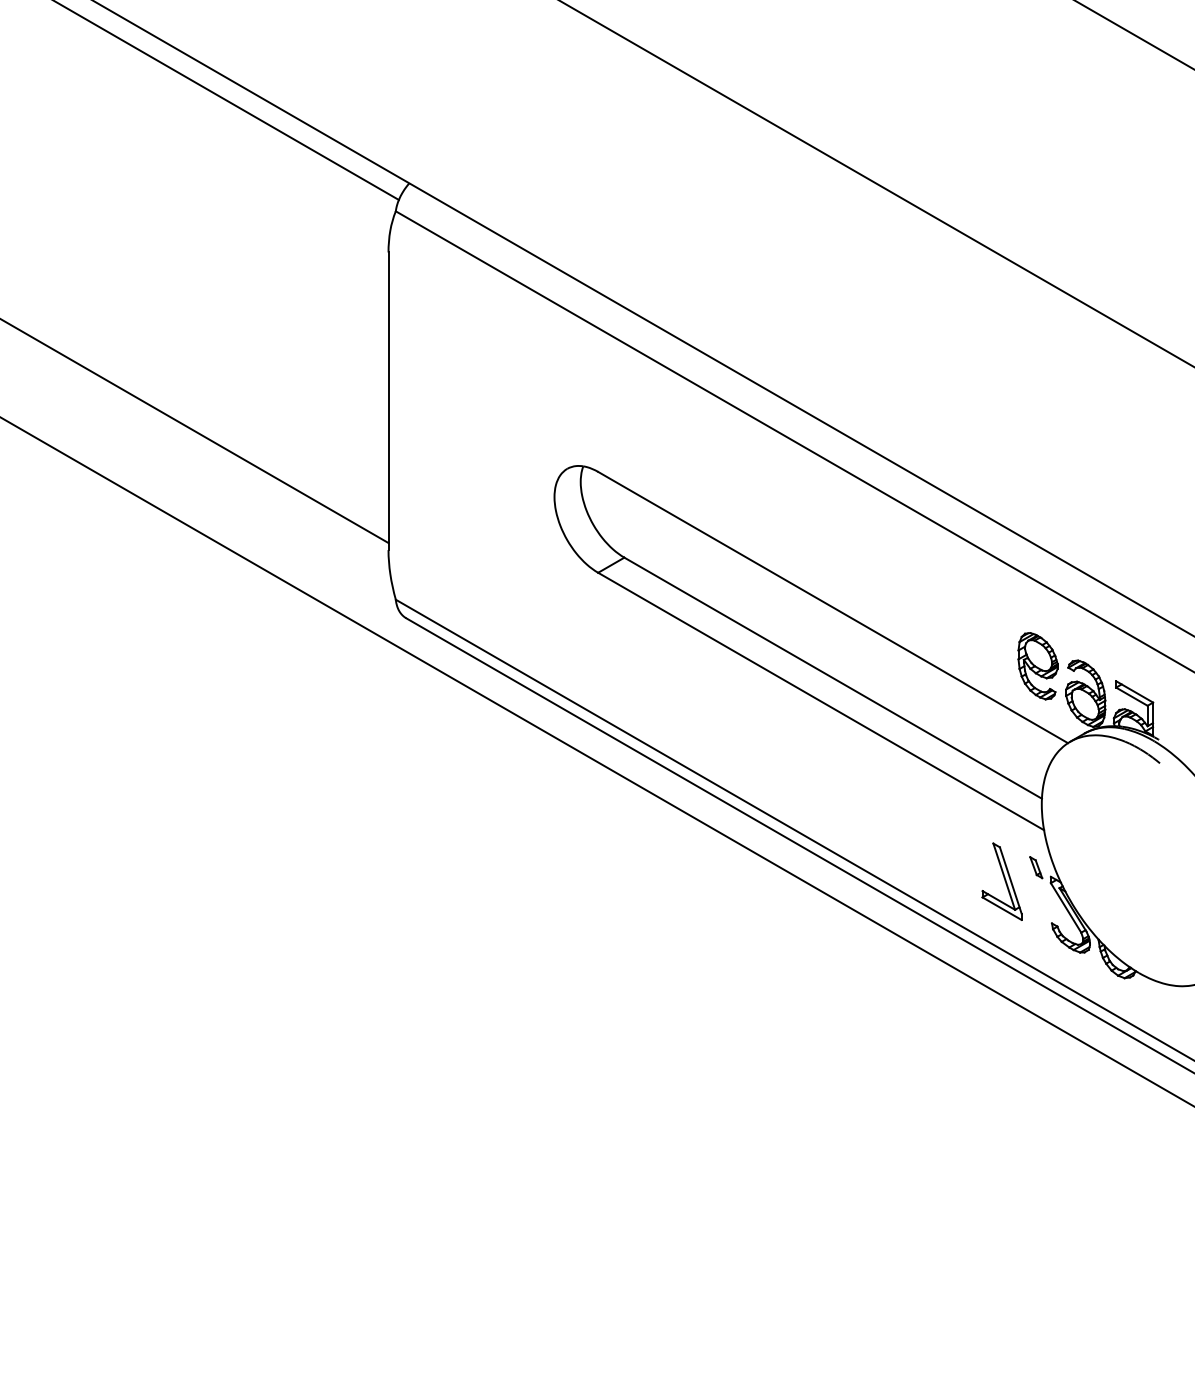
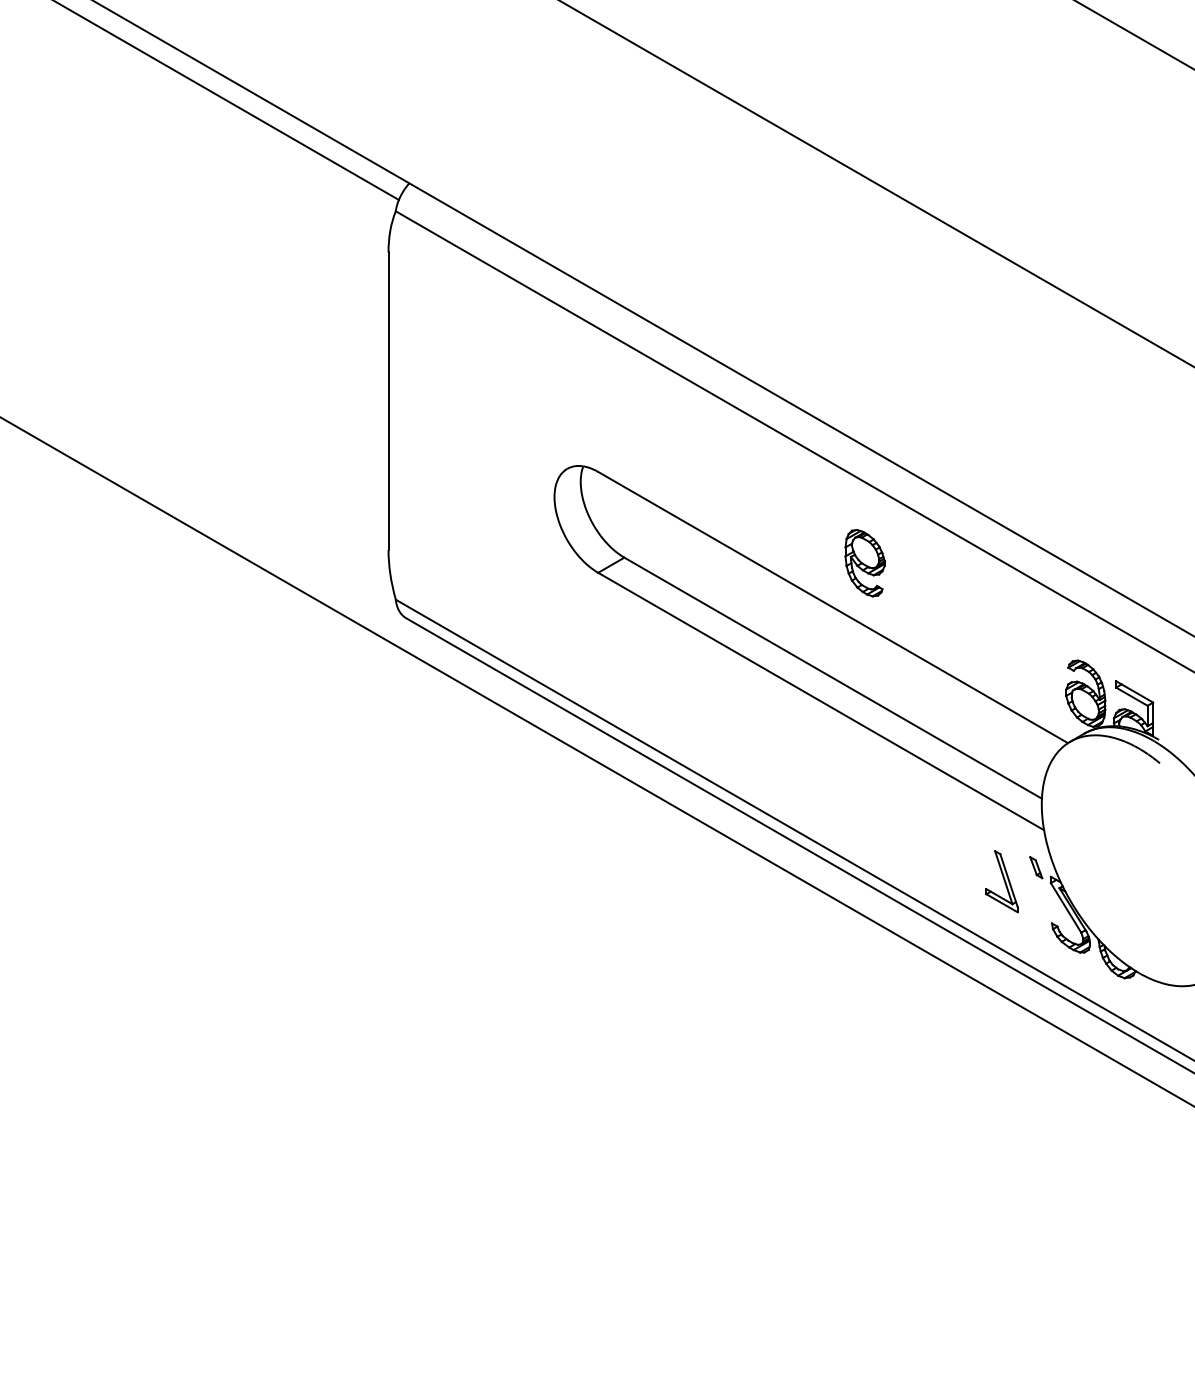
line at (195, 431): present -> none
part at (1037, 666) position: (1037, 666) -> (864, 563)
part at (1001, 881) size: 42x79 px -> 34x64 px
